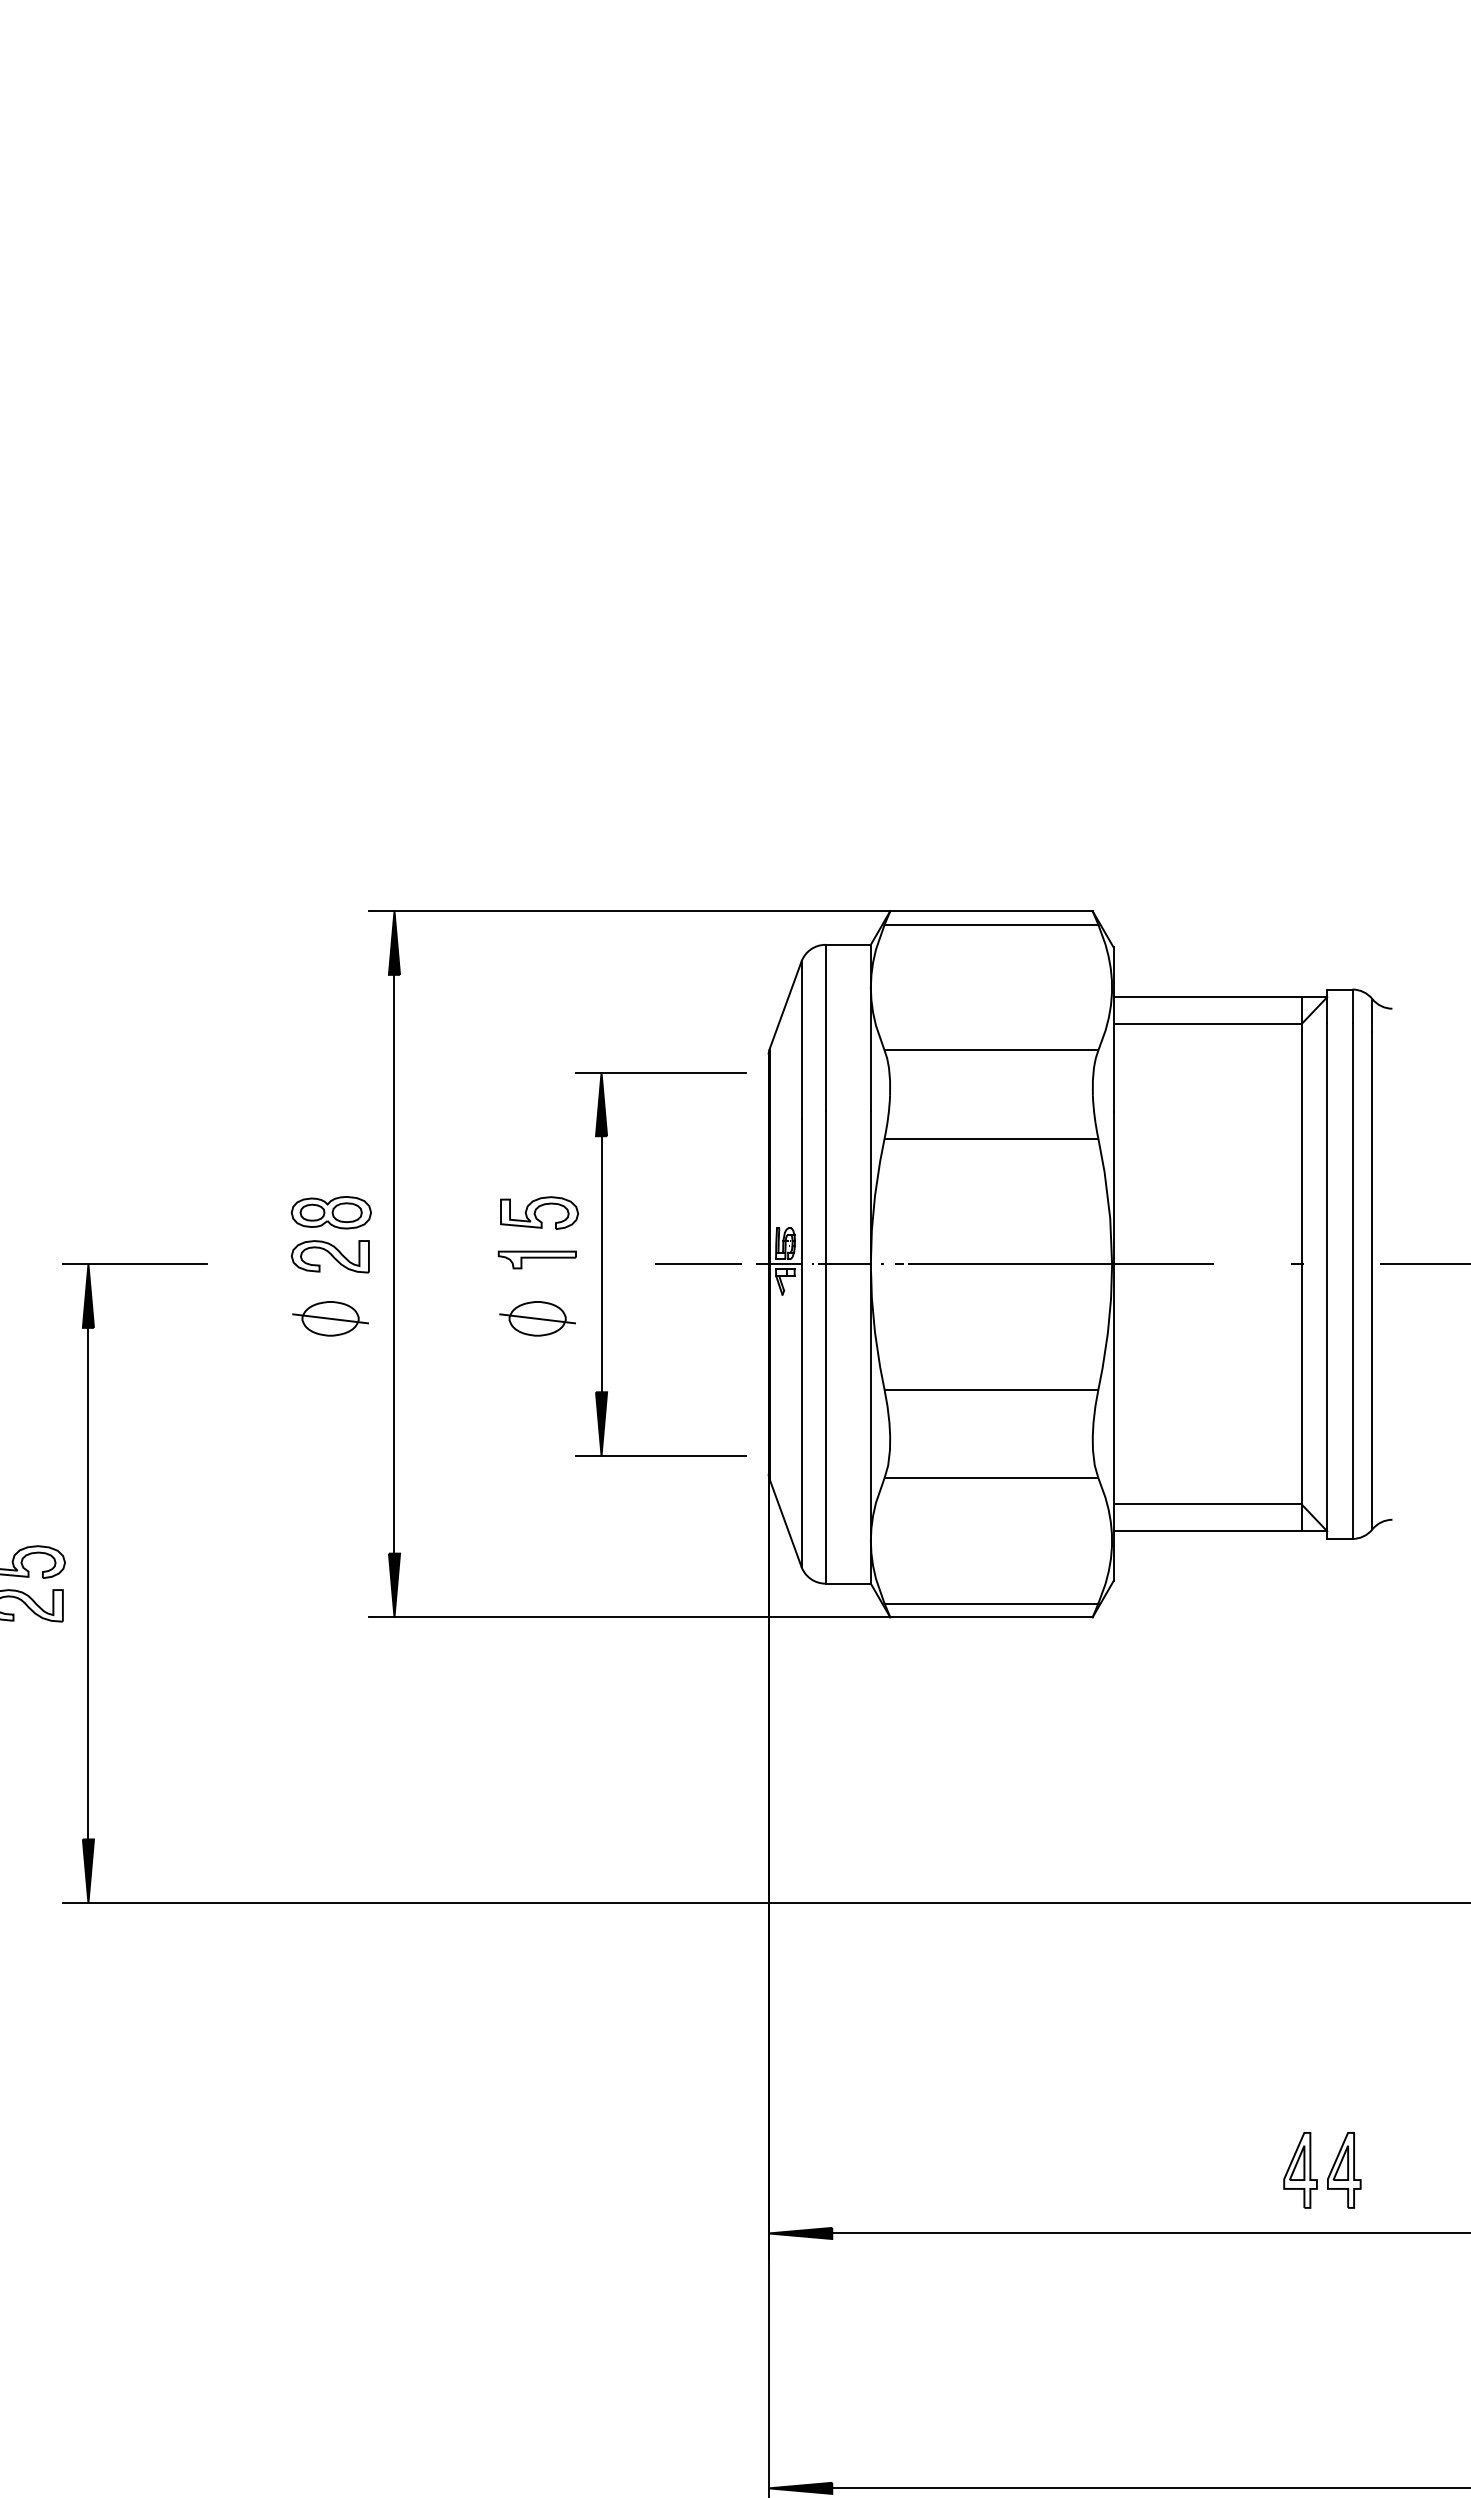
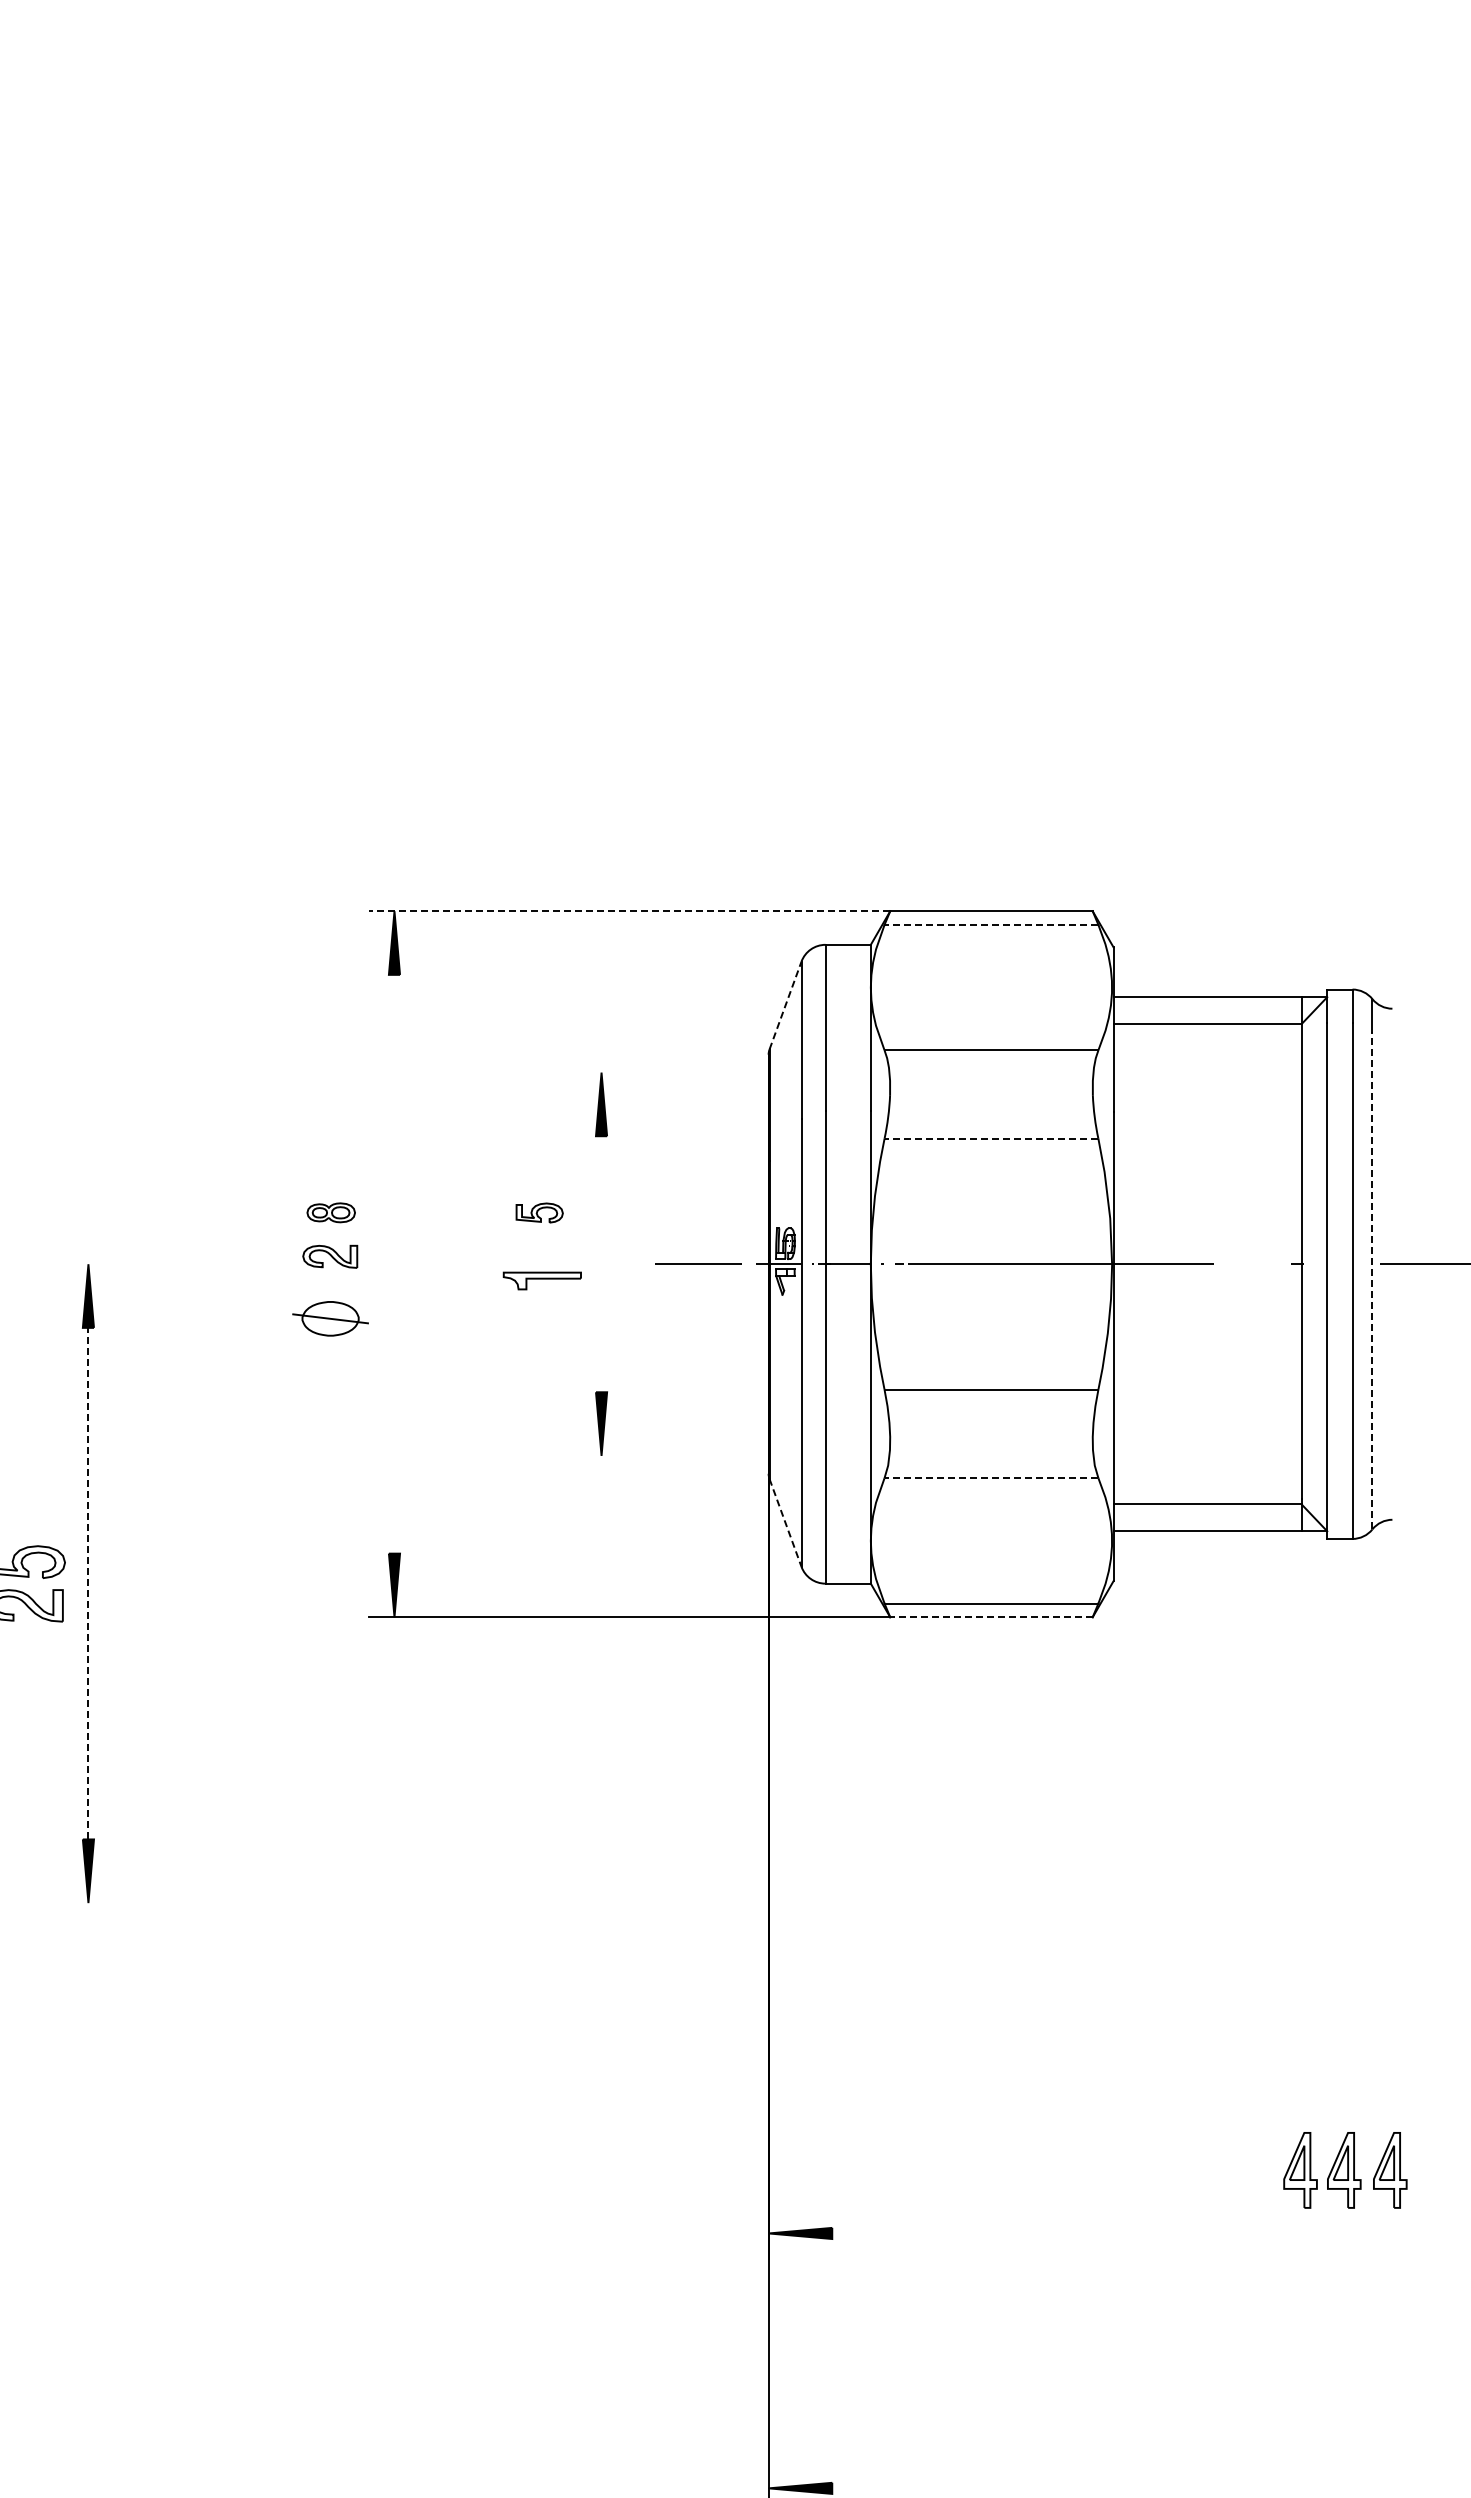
line at (629, 911): solid -> dashed
line at (991, 924): solid -> dashed
line at (785, 1005): solid -> dashed
line at (661, 1072): present -> none
line at (991, 1138): solid -> dashed
part at (330, 1212) size: 82x34 px -> 50x22 px
part at (539, 1212) size: 80x34 px -> 49x22 px
part at (329, 1256) size: 80x34 px -> 57x25 px
part at (536, 1259) position: (536, 1259) -> (541, 1280)
line at (394, 1263): present -> none
line at (134, 1264): present -> none
line at (601, 1264): present -> none
line at (1372, 1280): solid -> dashed
part at (537, 1318): present -> none
line at (661, 1455): present -> none
line at (991, 1478): solid -> dashed
line at (785, 1522): solid -> dashed
line at (88, 1583): solid -> dashed
line at (990, 1617): solid -> dashed
line at (764, 1903): present -> none
part at (1390, 2170): none -> present
line at (1149, 2233): present -> none
line at (1149, 2488): present -> none
